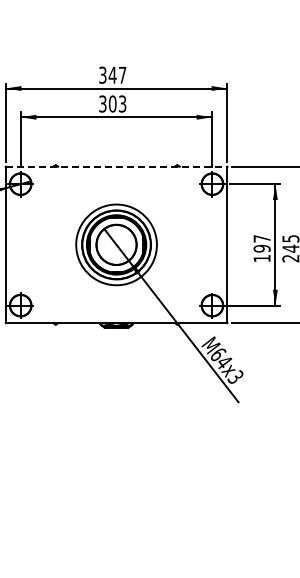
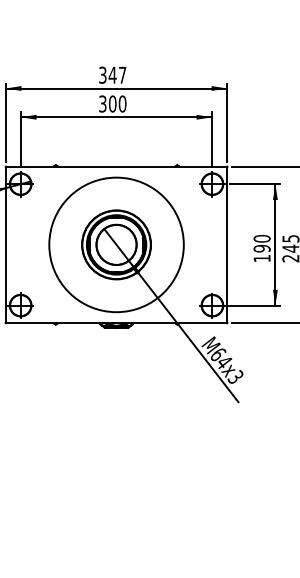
text at (122, 103): 303 -> 300
line at (116, 166): dashed -> solid
text at (261, 238): 197 -> 190
circle at (116, 244) diameter: 81 px -> 135 px
